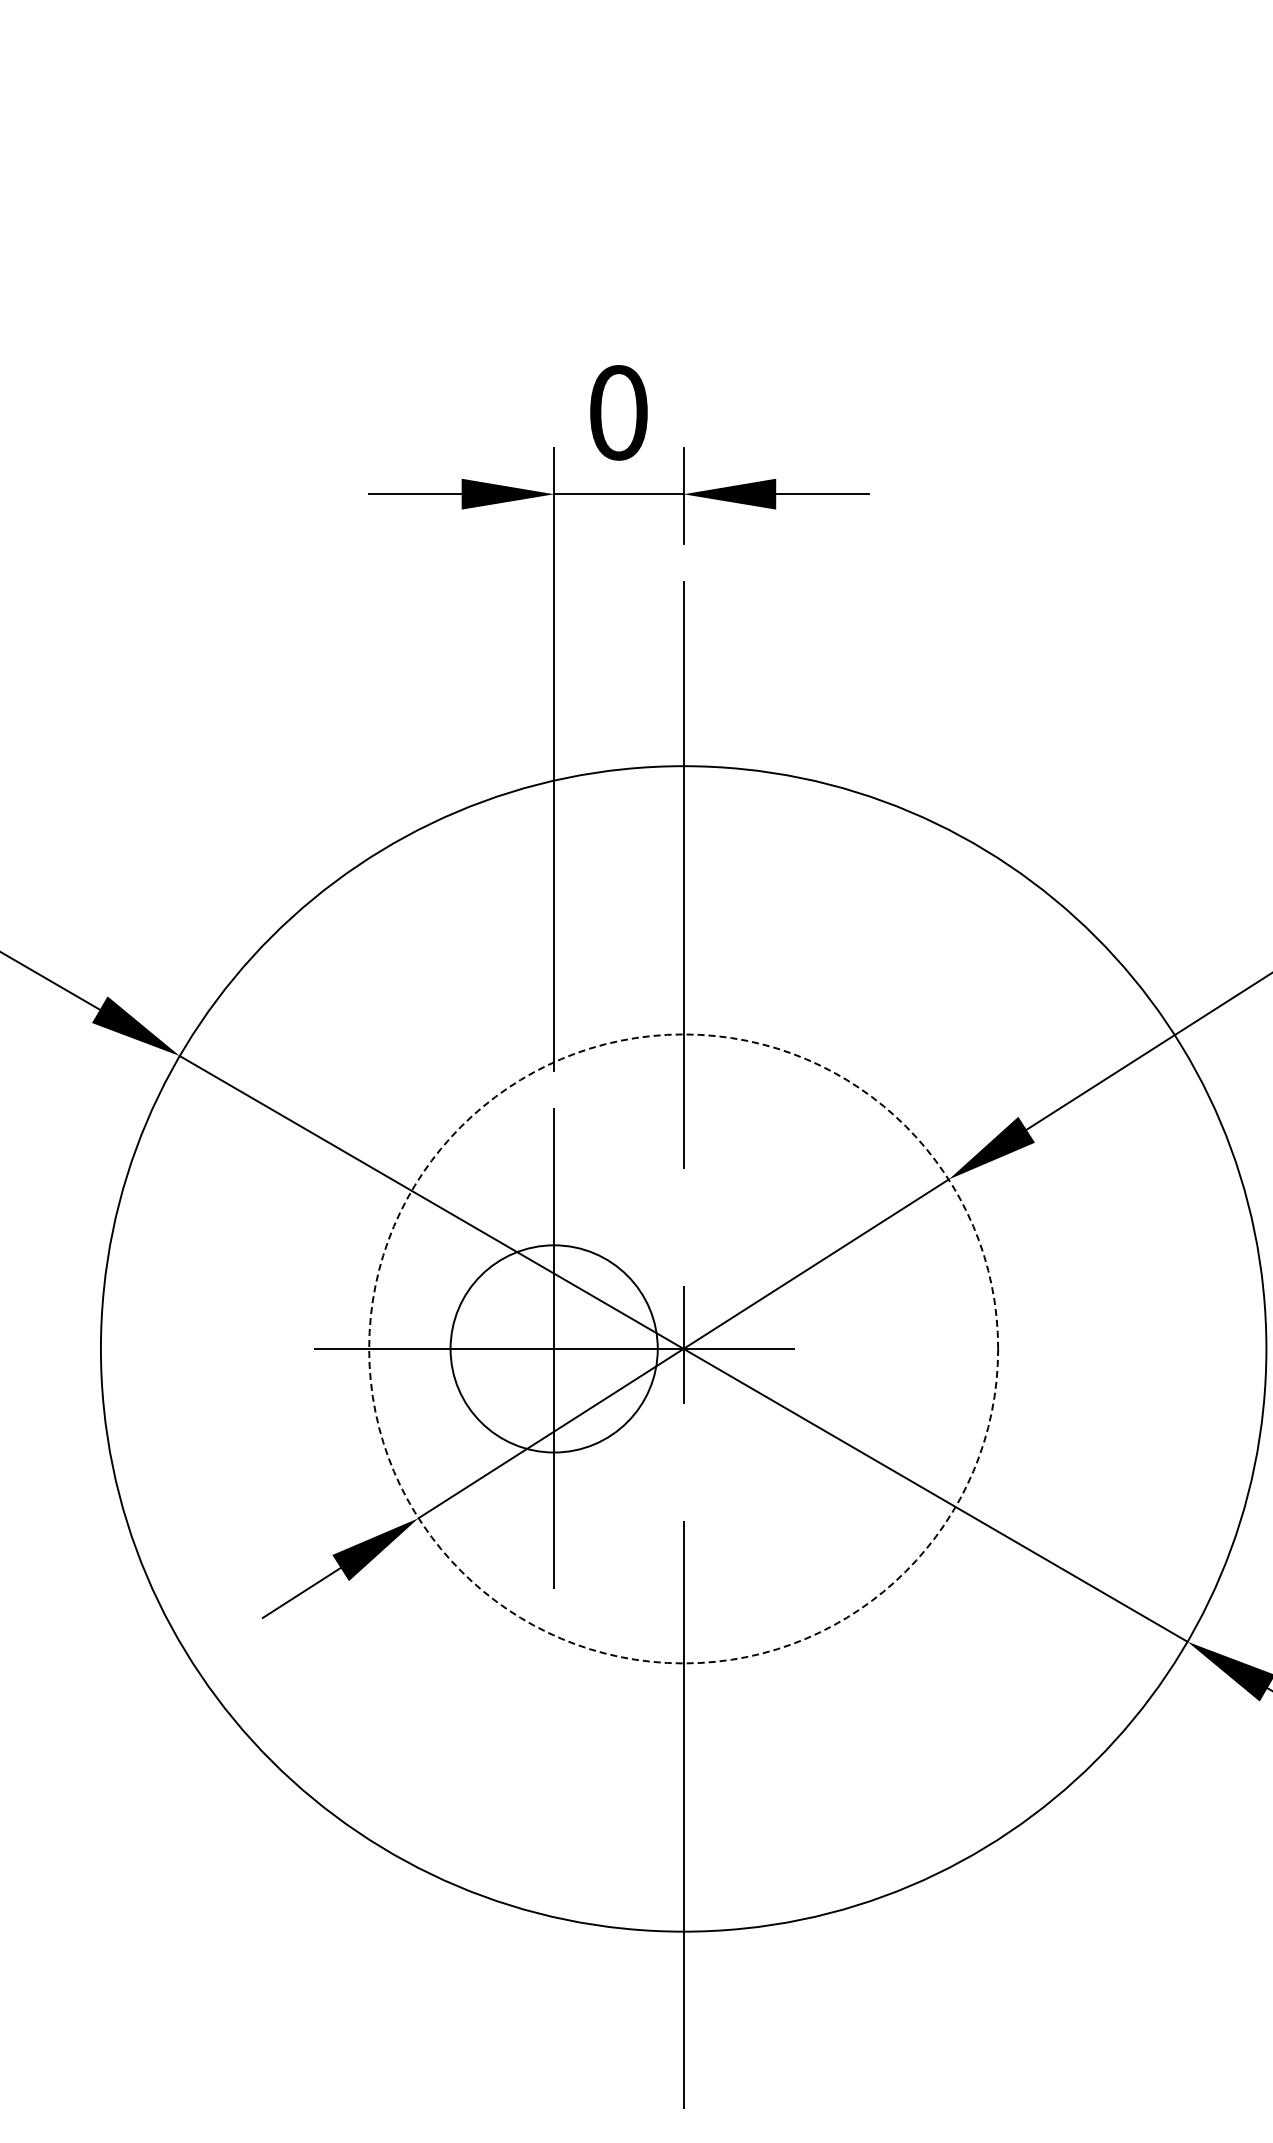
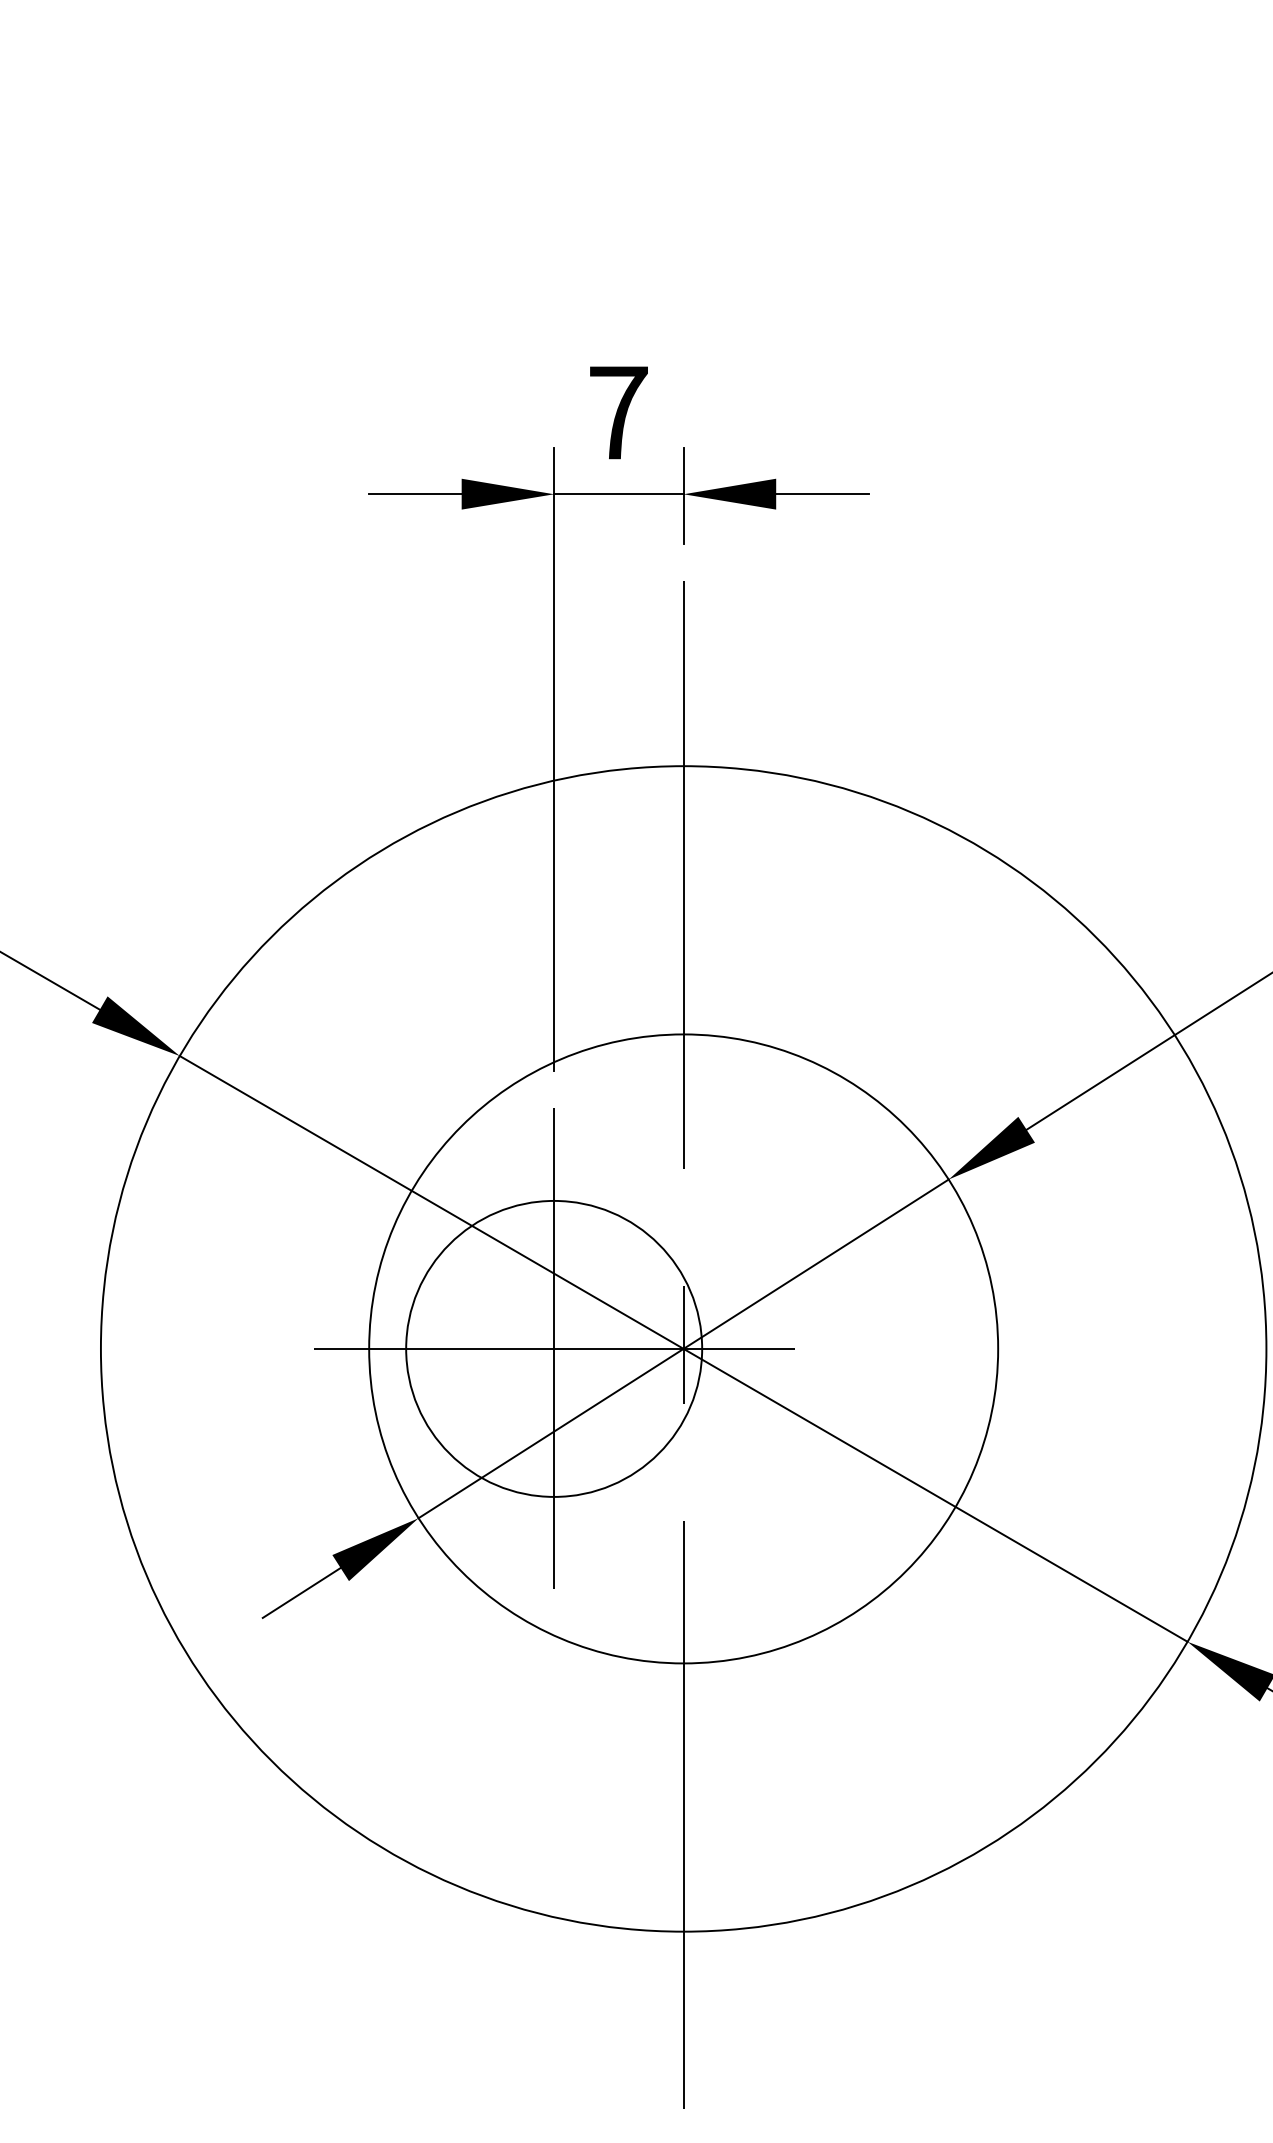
text at (618, 412): 0 -> 7
circle at (553, 1348) diameter: 207 px -> 296 px
circle at (683, 1348): dashed -> solid
